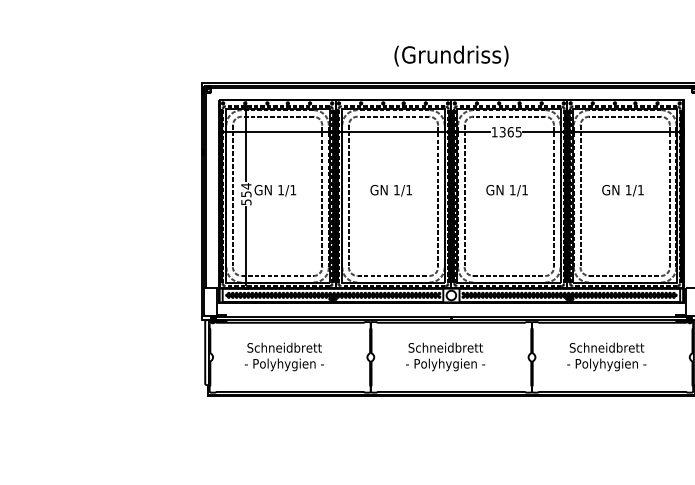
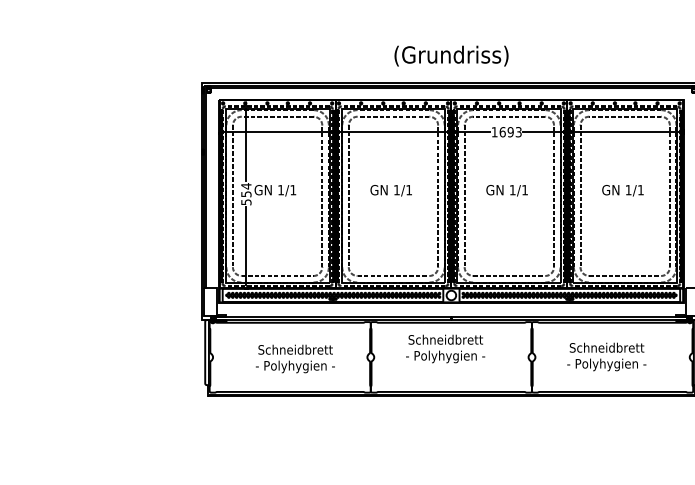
text at (510, 132): 1365 -> 1693
text at (284, 356) position: (284, 356) -> (295, 358)
text at (445, 356) position: (445, 356) -> (445, 348)
